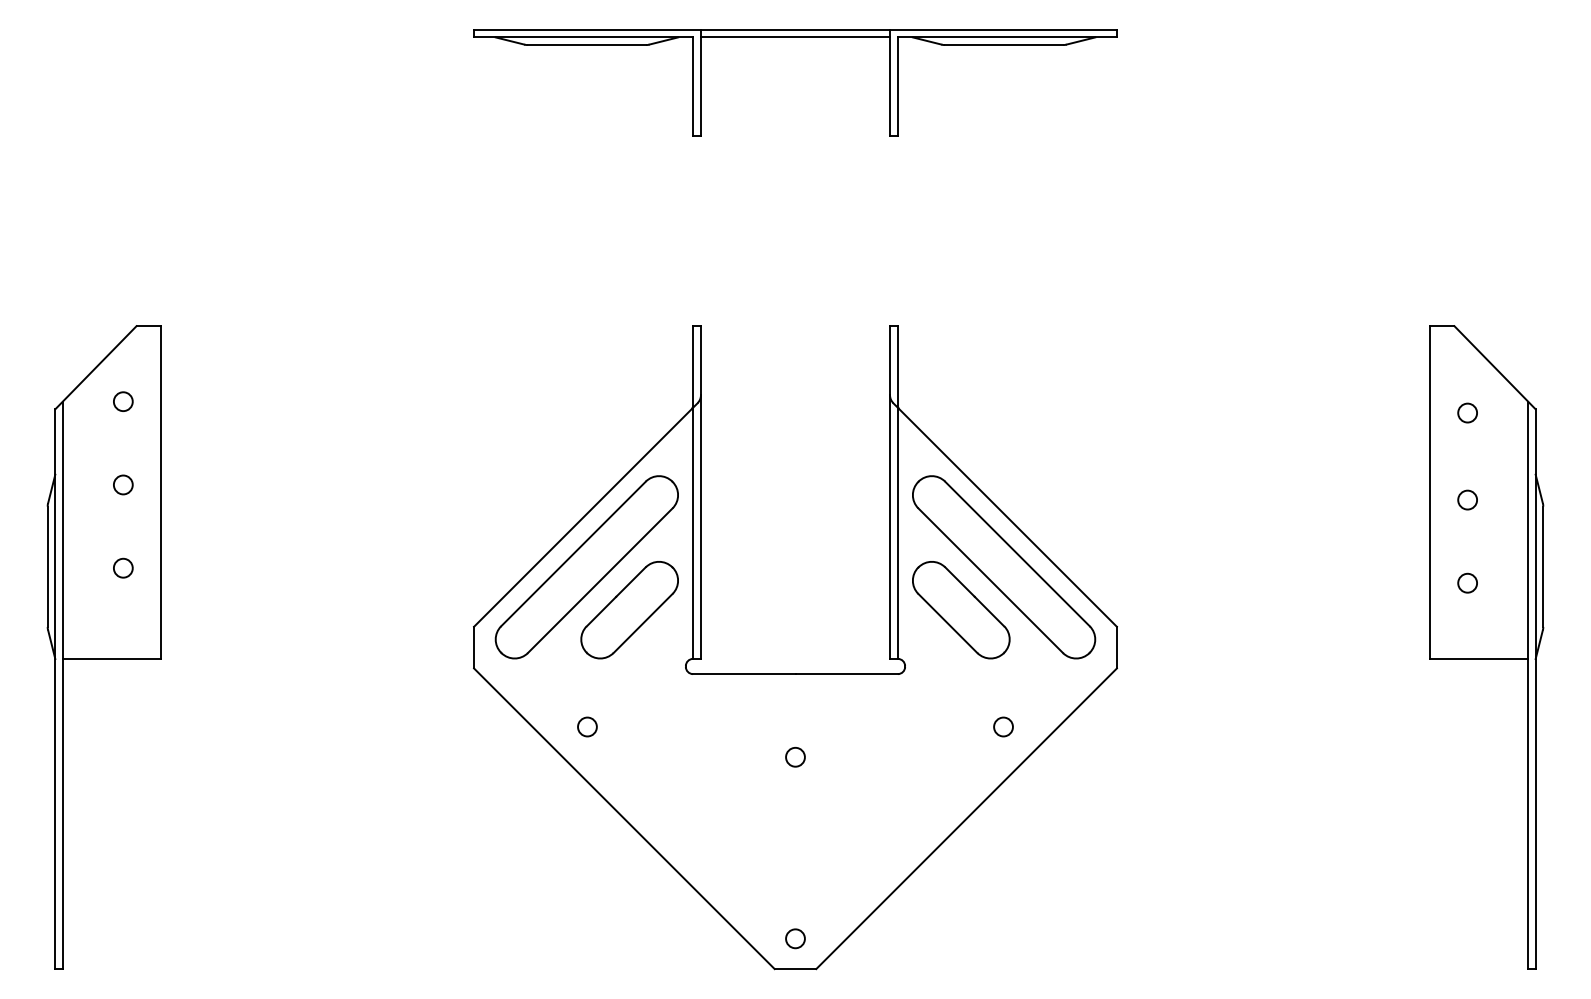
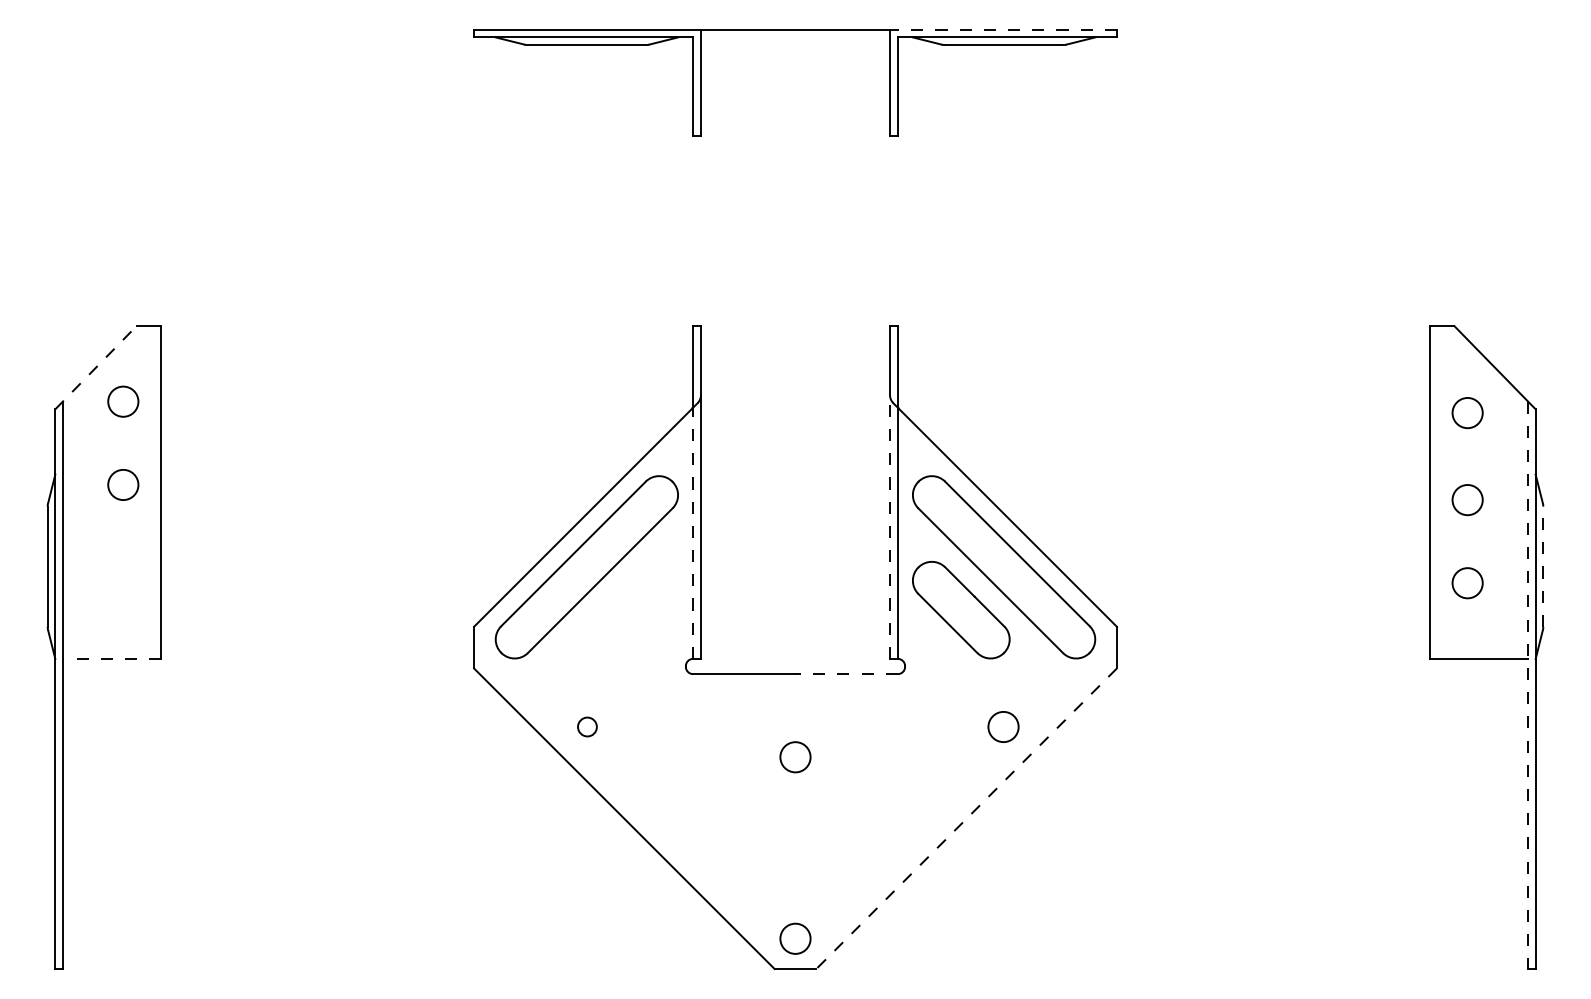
line at (1002, 29): solid -> dashed
line at (795, 37): present -> none
line at (96, 367): solid -> dashed
circle at (122, 401) diameter: 19 px -> 30 px
circle at (1467, 412) diameter: 19 px -> 30 px
circle at (122, 484) diameter: 19 px -> 30 px
circle at (1467, 499) diameter: 19 px -> 30 px
line at (890, 527): solid -> dashed
line at (693, 533): solid -> dashed
line at (1543, 566): solid -> dashed
circle at (123, 567): present -> none
circle at (1467, 582) diameter: 19 px -> 30 px
part at (629, 610): present -> none
line at (111, 659): solid -> dashed
line at (846, 674): solid -> dashed
line at (1528, 685): solid -> dashed
circle at (1003, 726) diameter: 19 px -> 30 px
circle at (795, 756) diameter: 19 px -> 30 px
line at (966, 818): solid -> dashed
circle at (795, 938) diameter: 19 px -> 30 px
